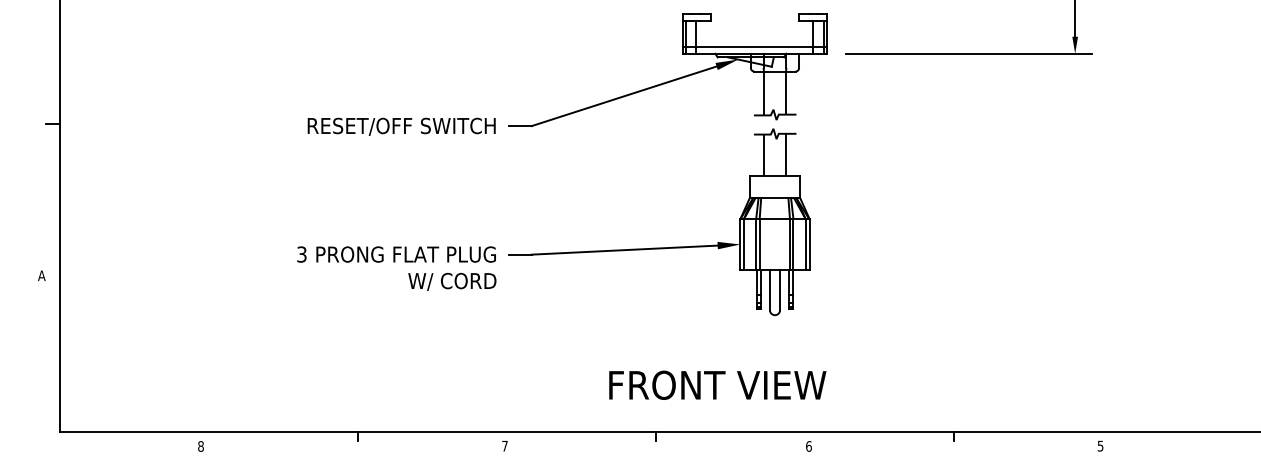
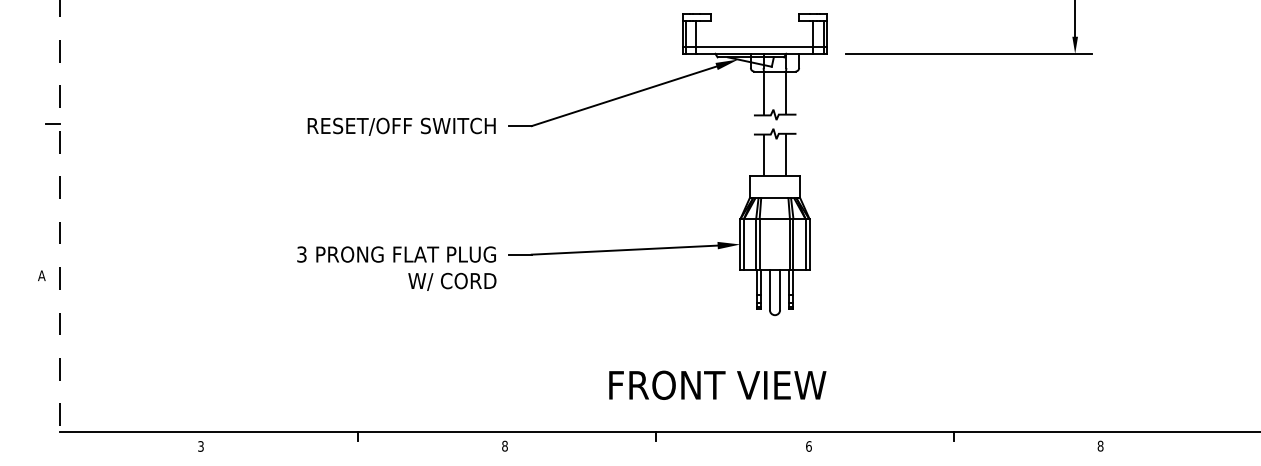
line at (59, 216): solid -> dashed
text at (504, 445): 7 -> 8
text at (1100, 445): 5 -> 8
text at (200, 446): 8 -> 3
